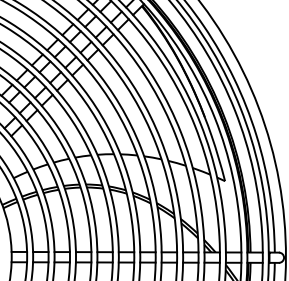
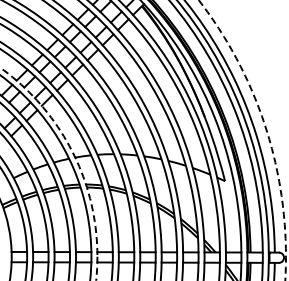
arc at (267, 133): solid -> dashed
circle at (48, 173): solid -> dashed
